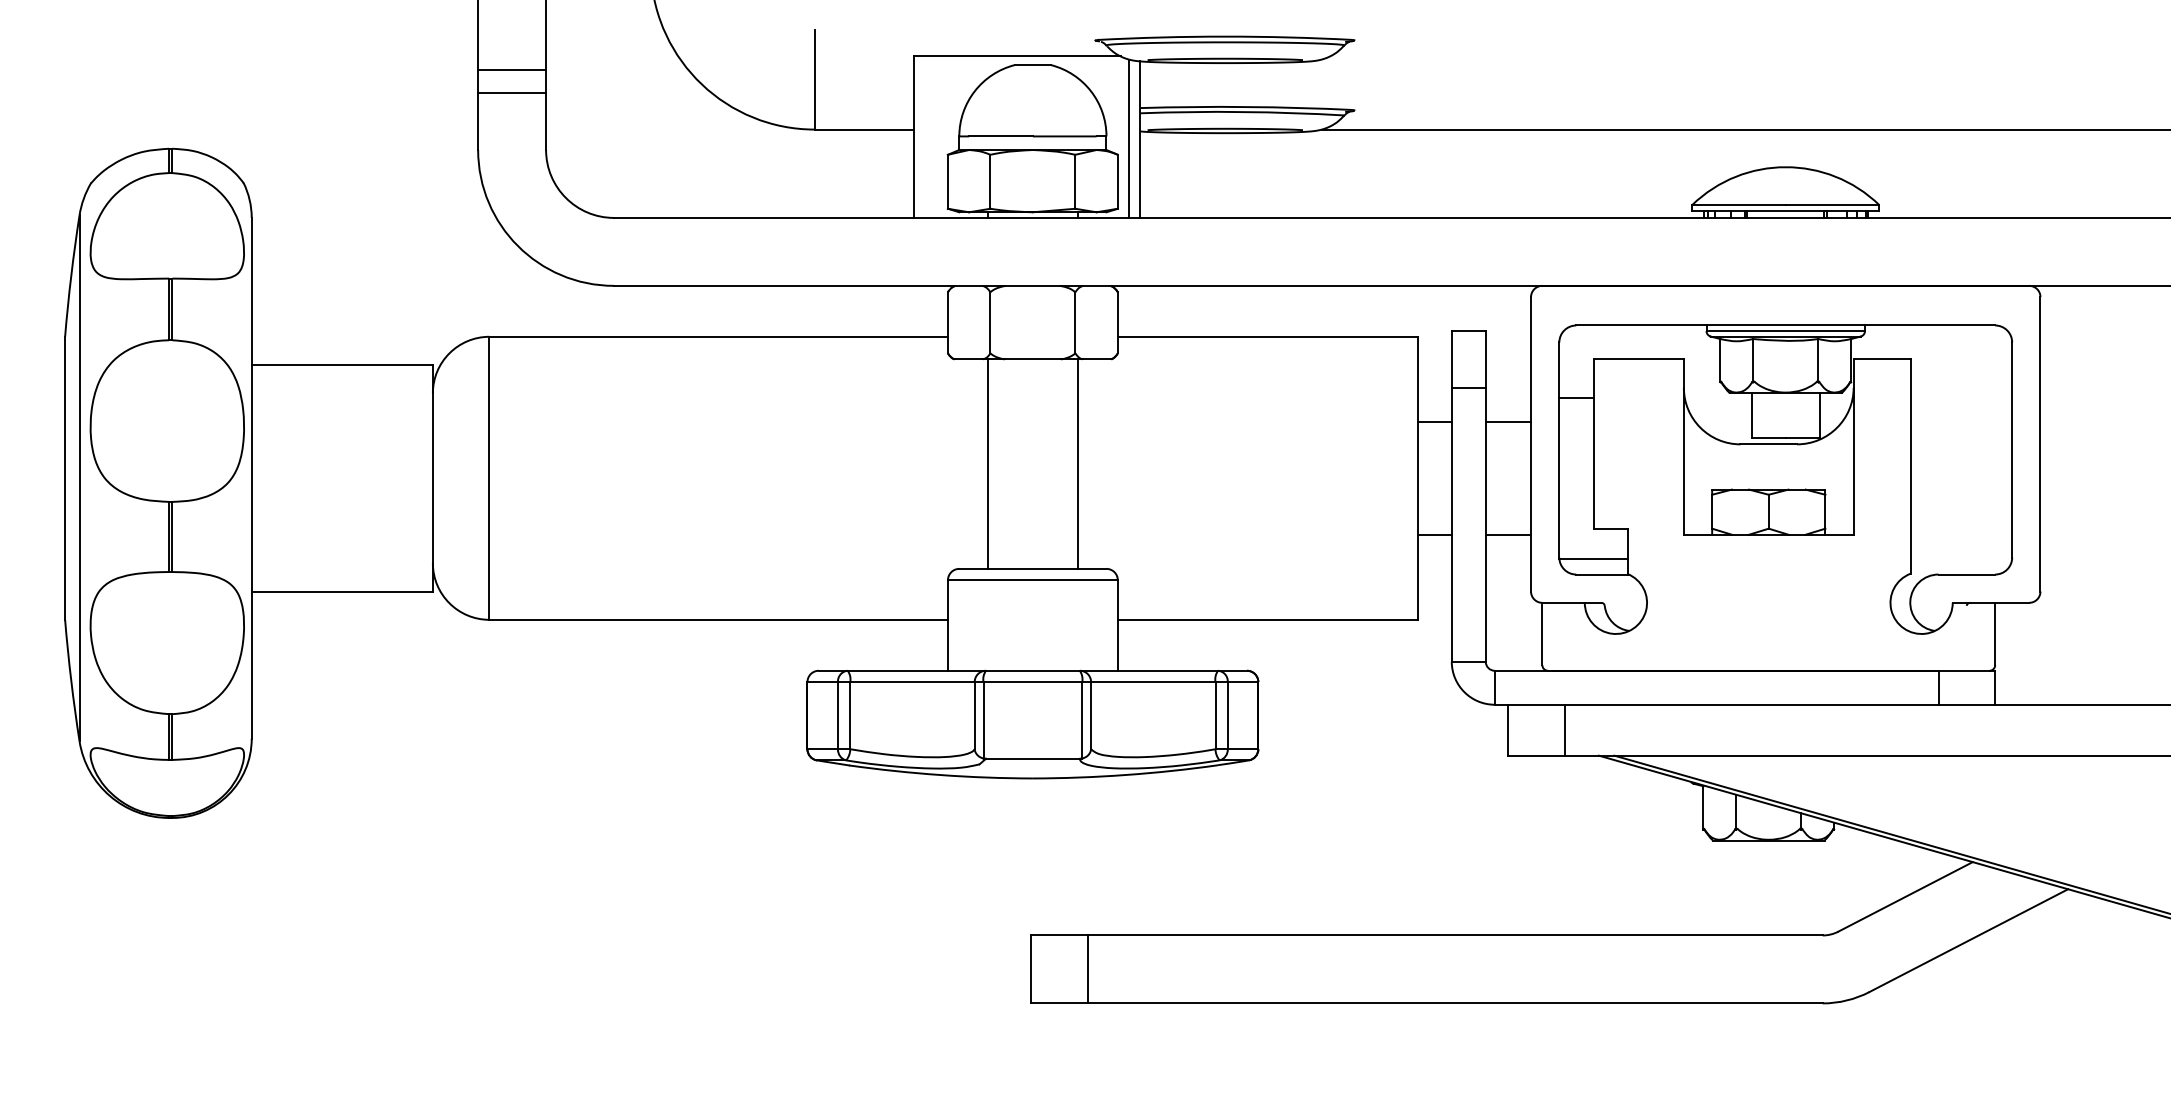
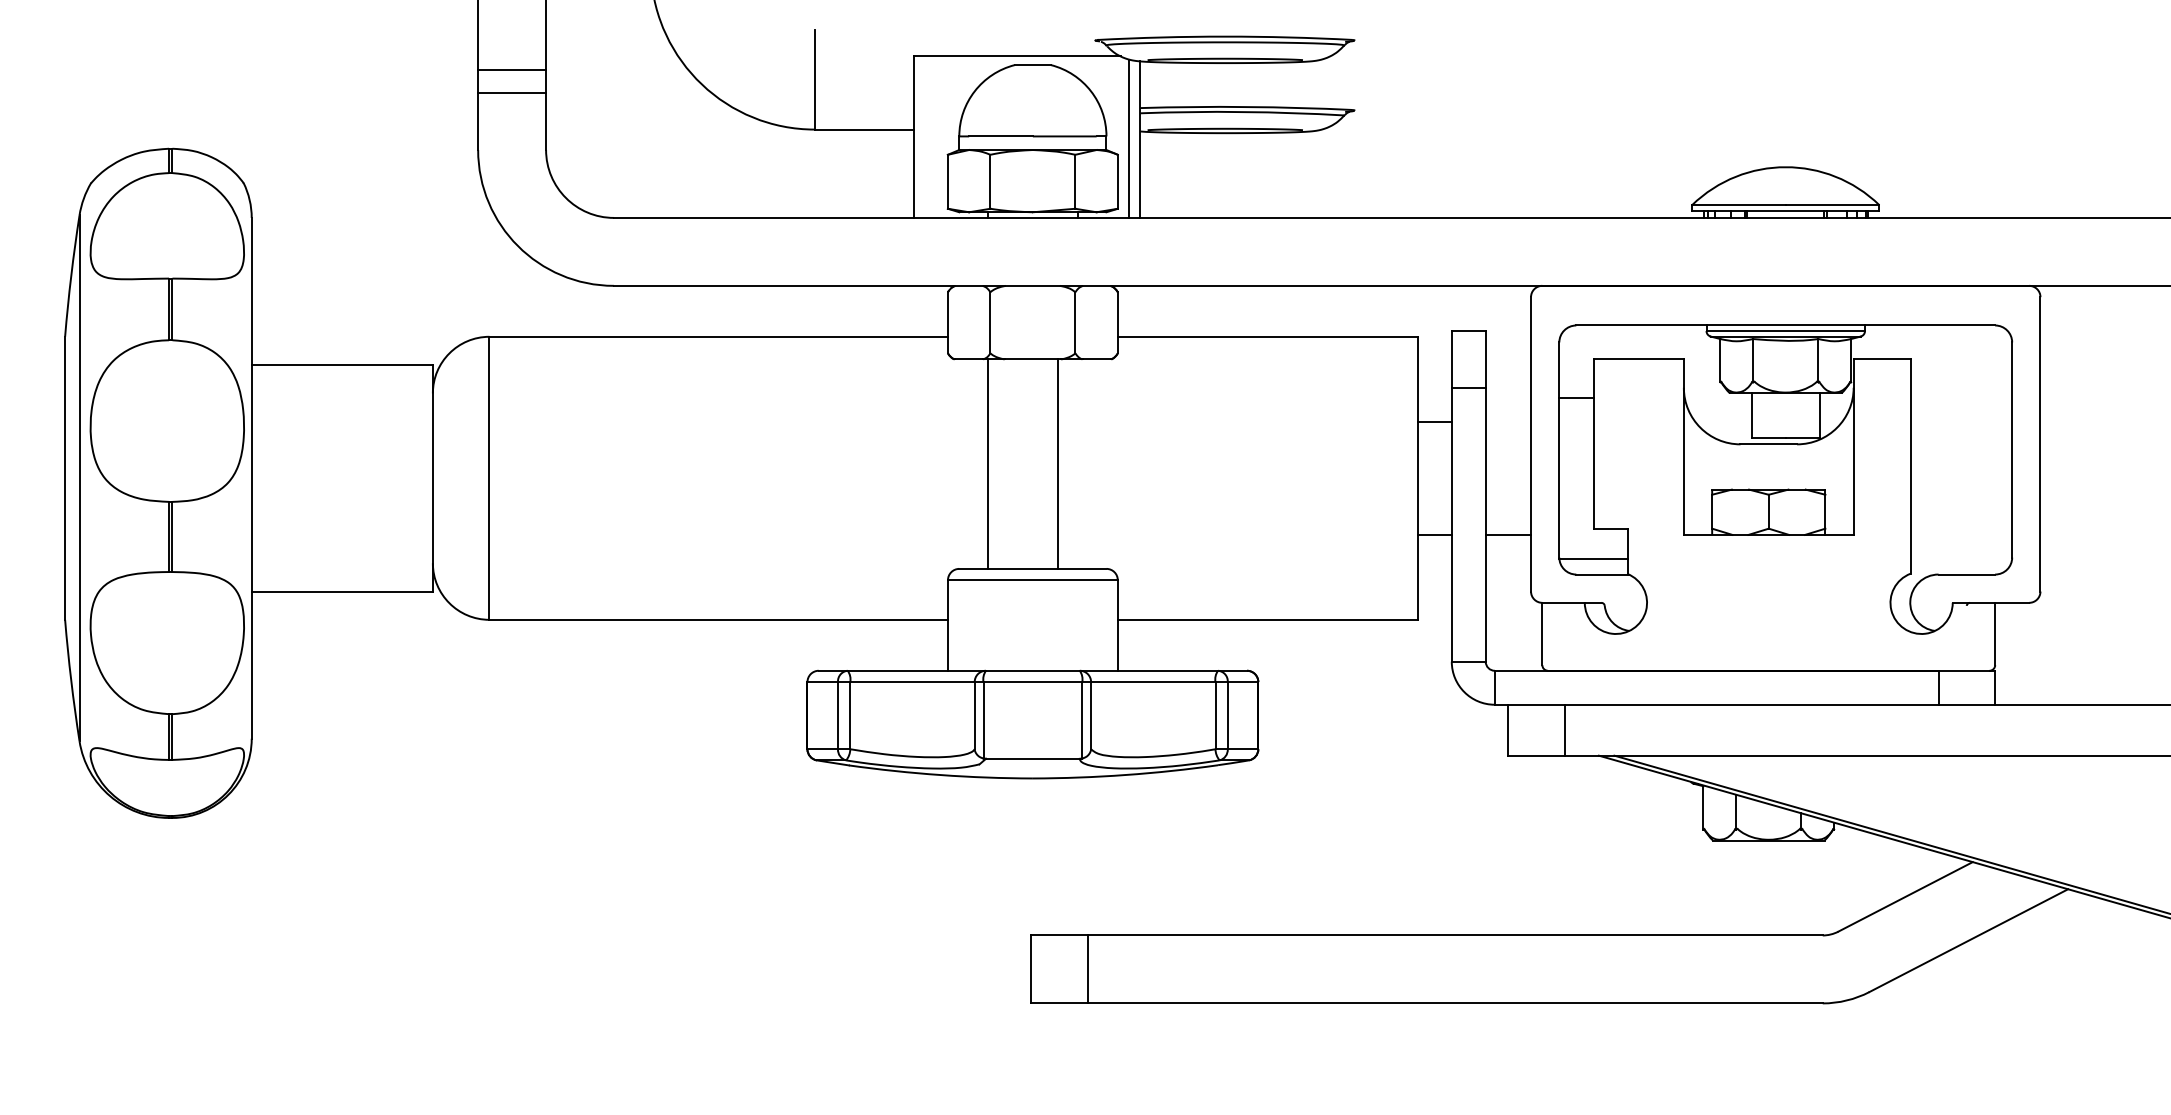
line at (1744, 129): present -> none
line at (1508, 421): present -> none
line at (1078, 463) position: (1078, 463) -> (1058, 463)
